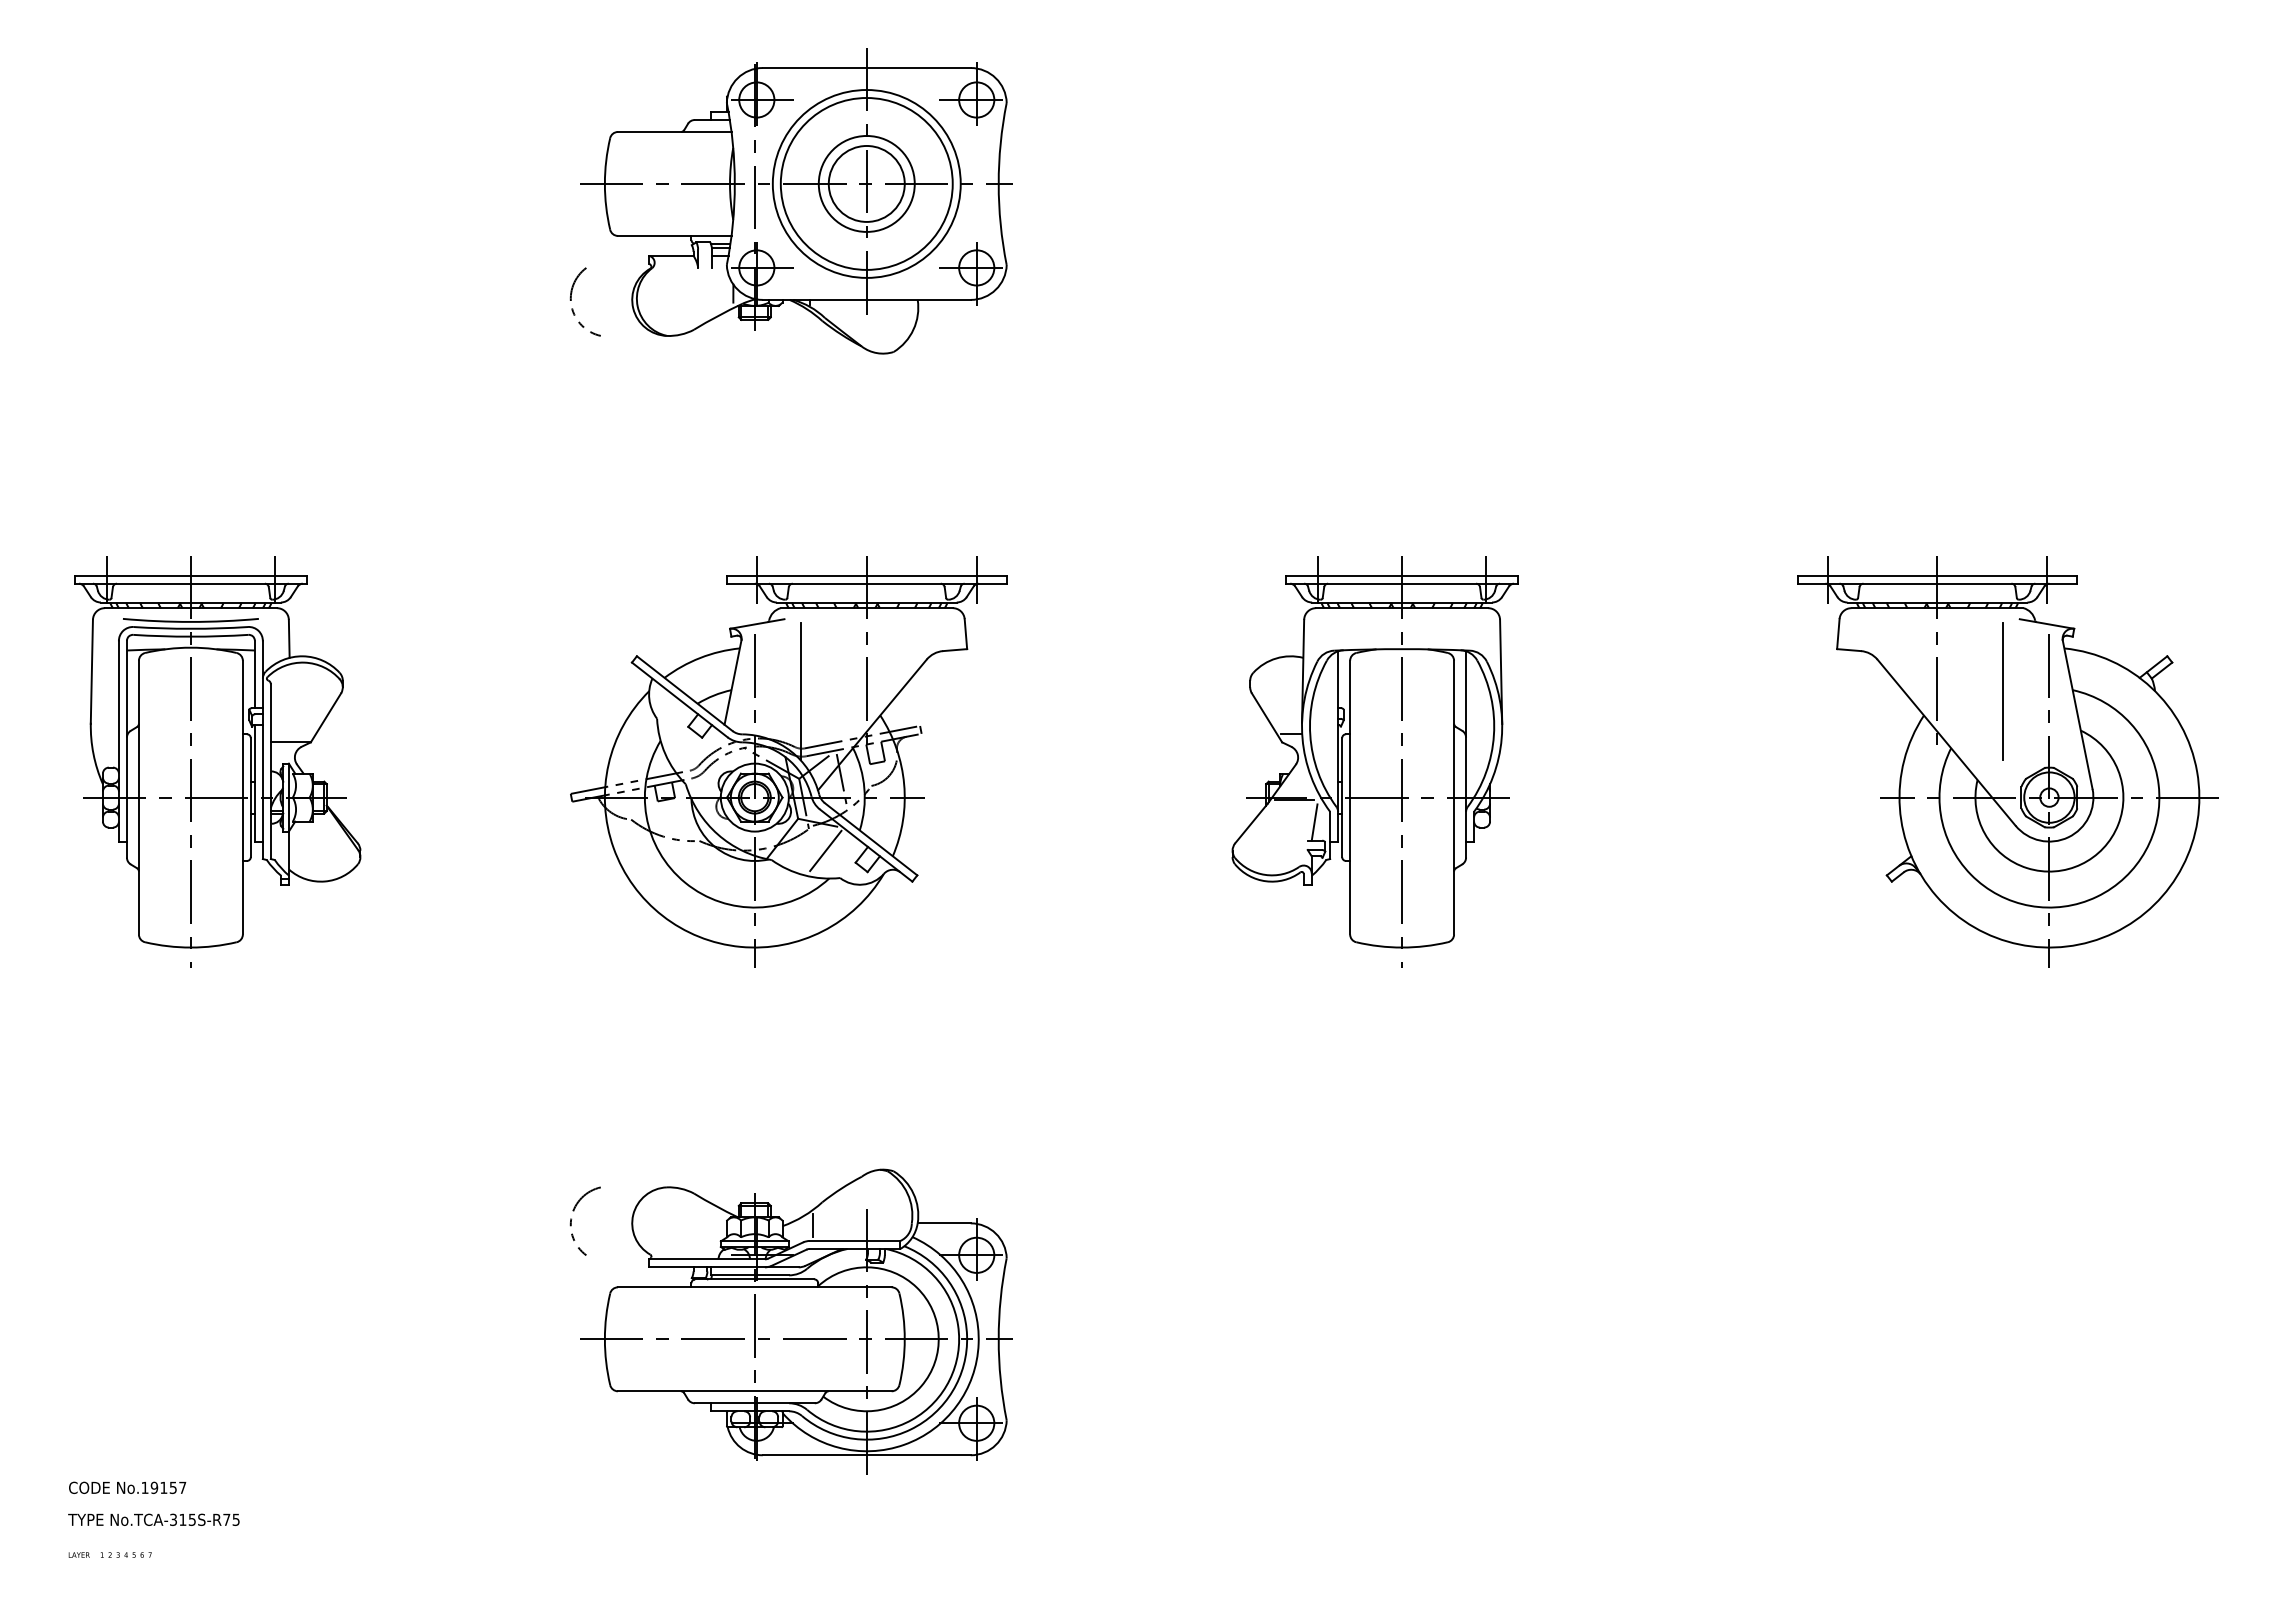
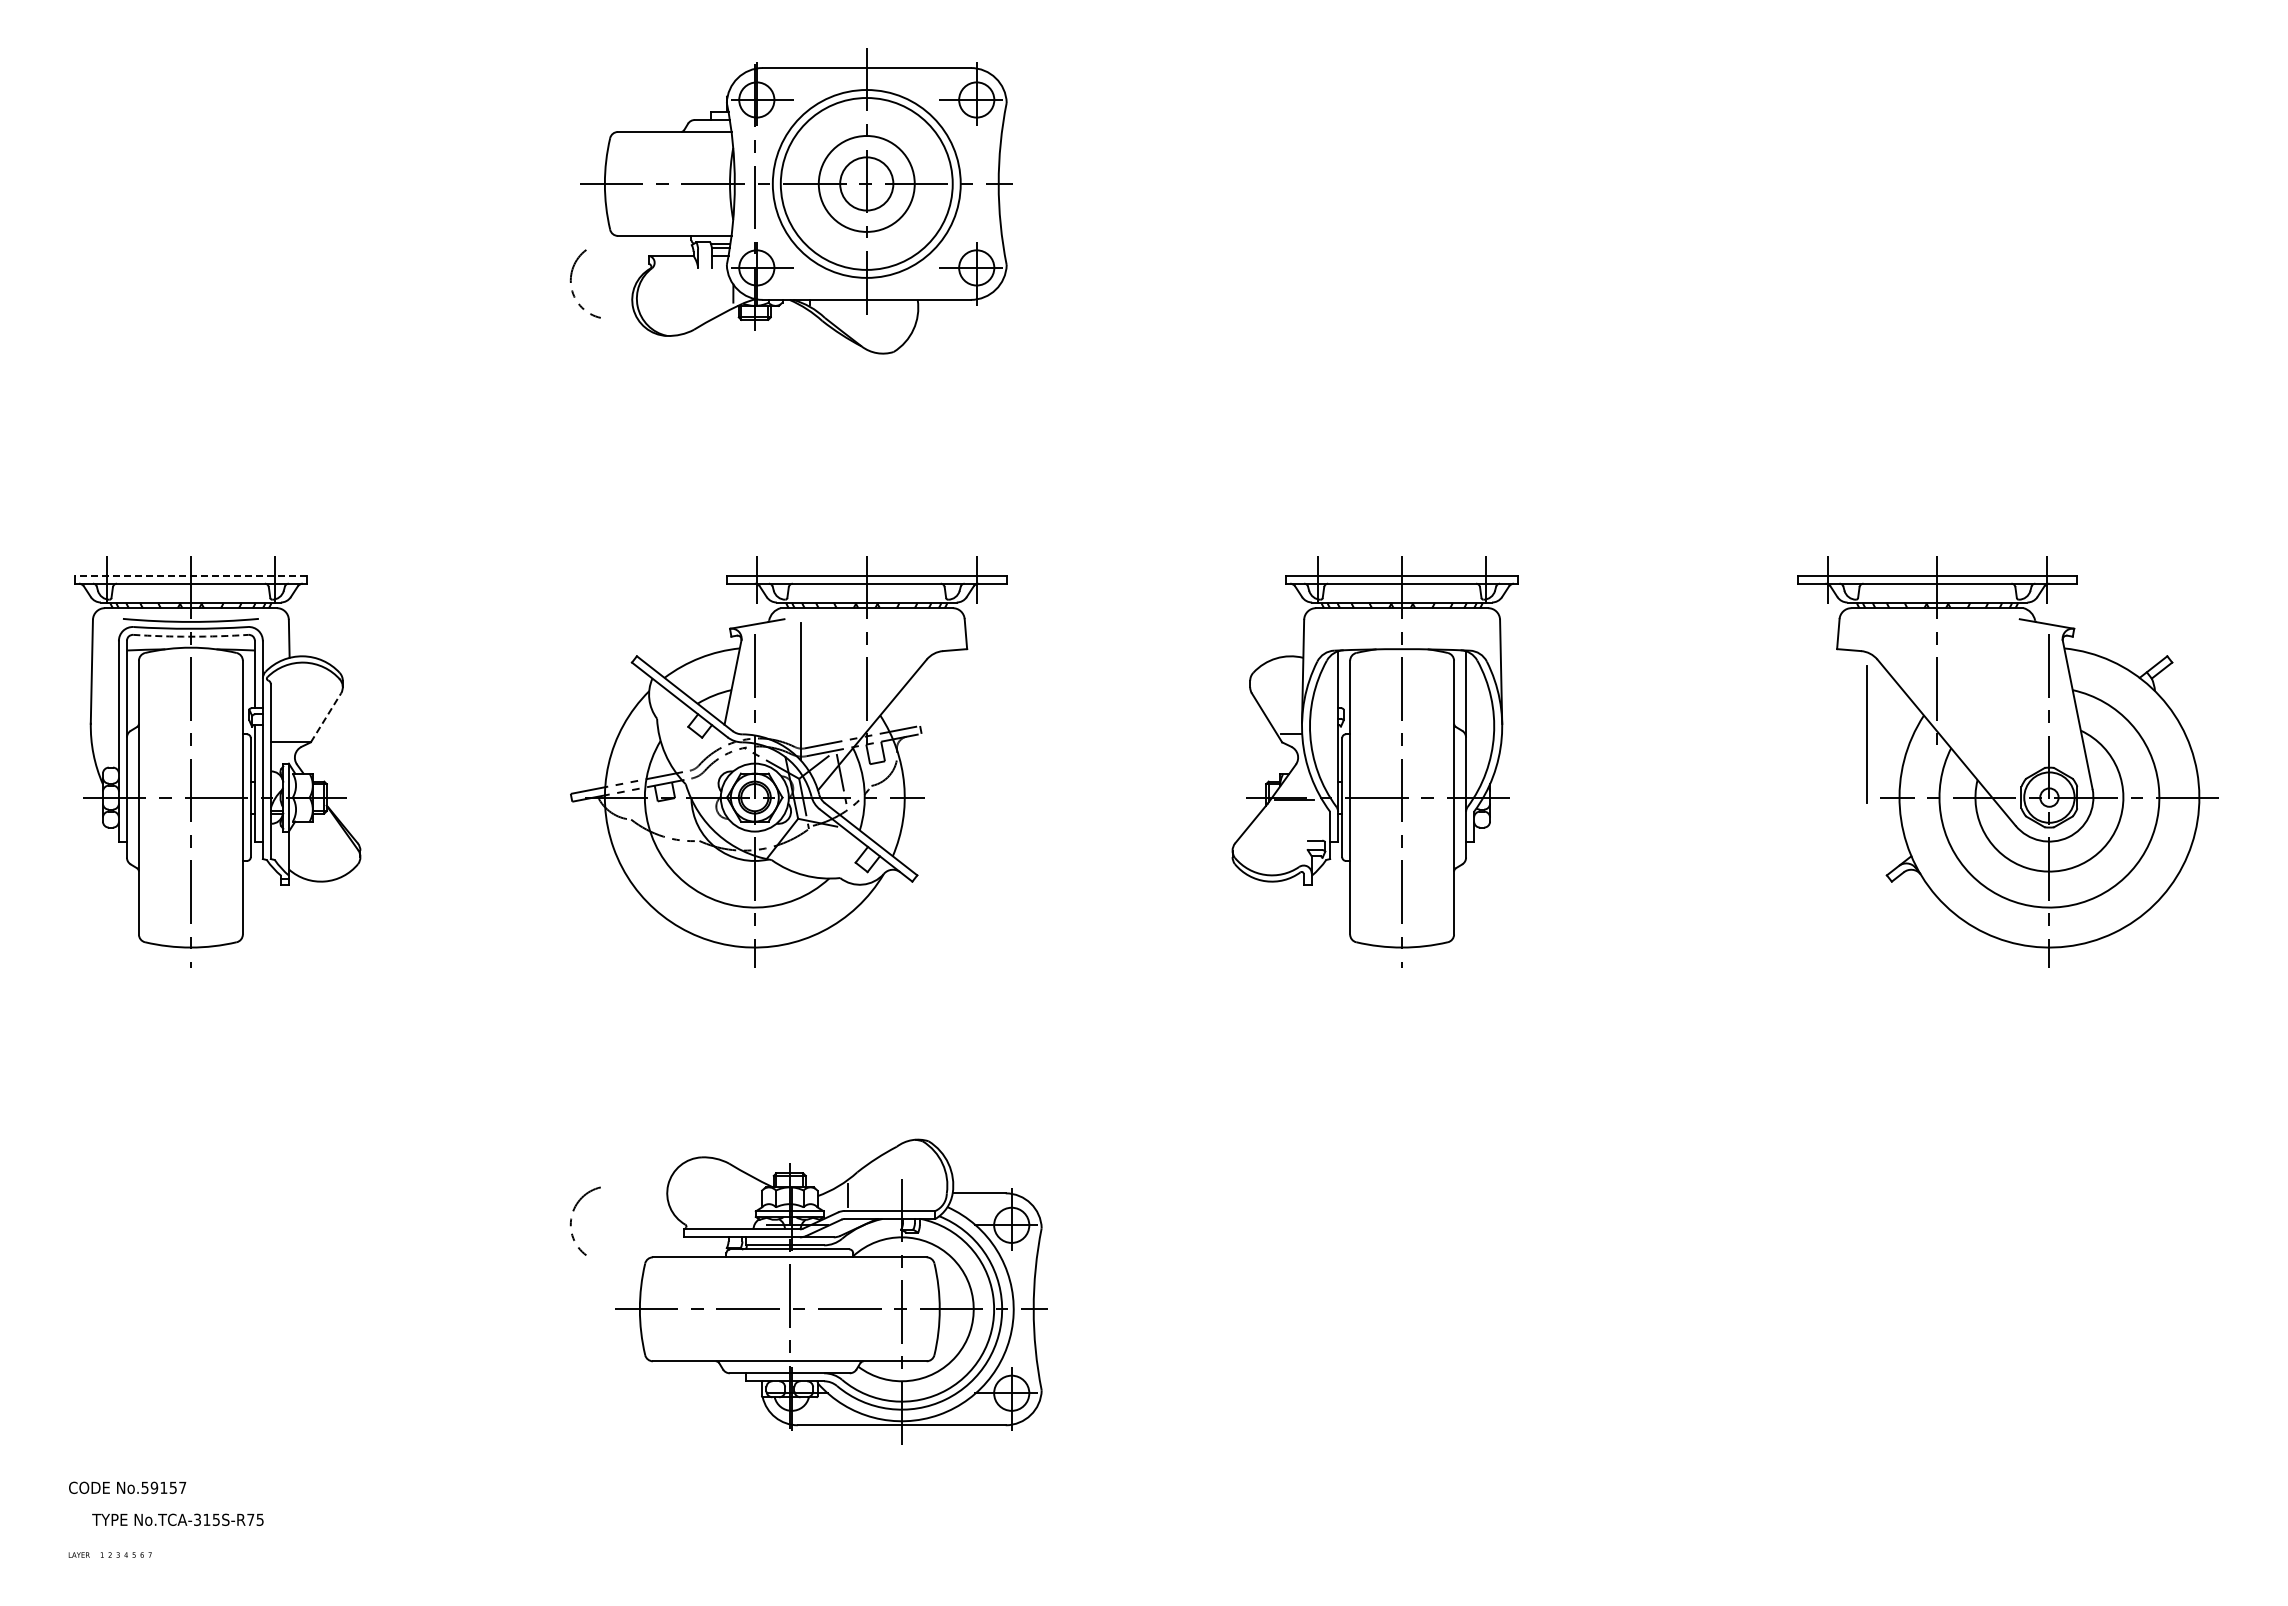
circle at (866, 183) diameter: 76 px -> 53 px
arc at (571, 300) position: (571, 300) -> (571, 282)
line at (190, 575): solid -> dashed
arc at (190, 636): solid -> dashed
line at (2002, 691) position: (2002, 691) -> (1866, 734)
line at (325, 717): solid -> dashed
line at (1314, 822): present -> none
line at (825, 850): present -> none
part at (796, 1321) position: (796, 1321) -> (831, 1291)
text at (144, 1487): No.19157 -> No.59157
text at (153, 1519) position: (153, 1519) -> (177, 1519)
